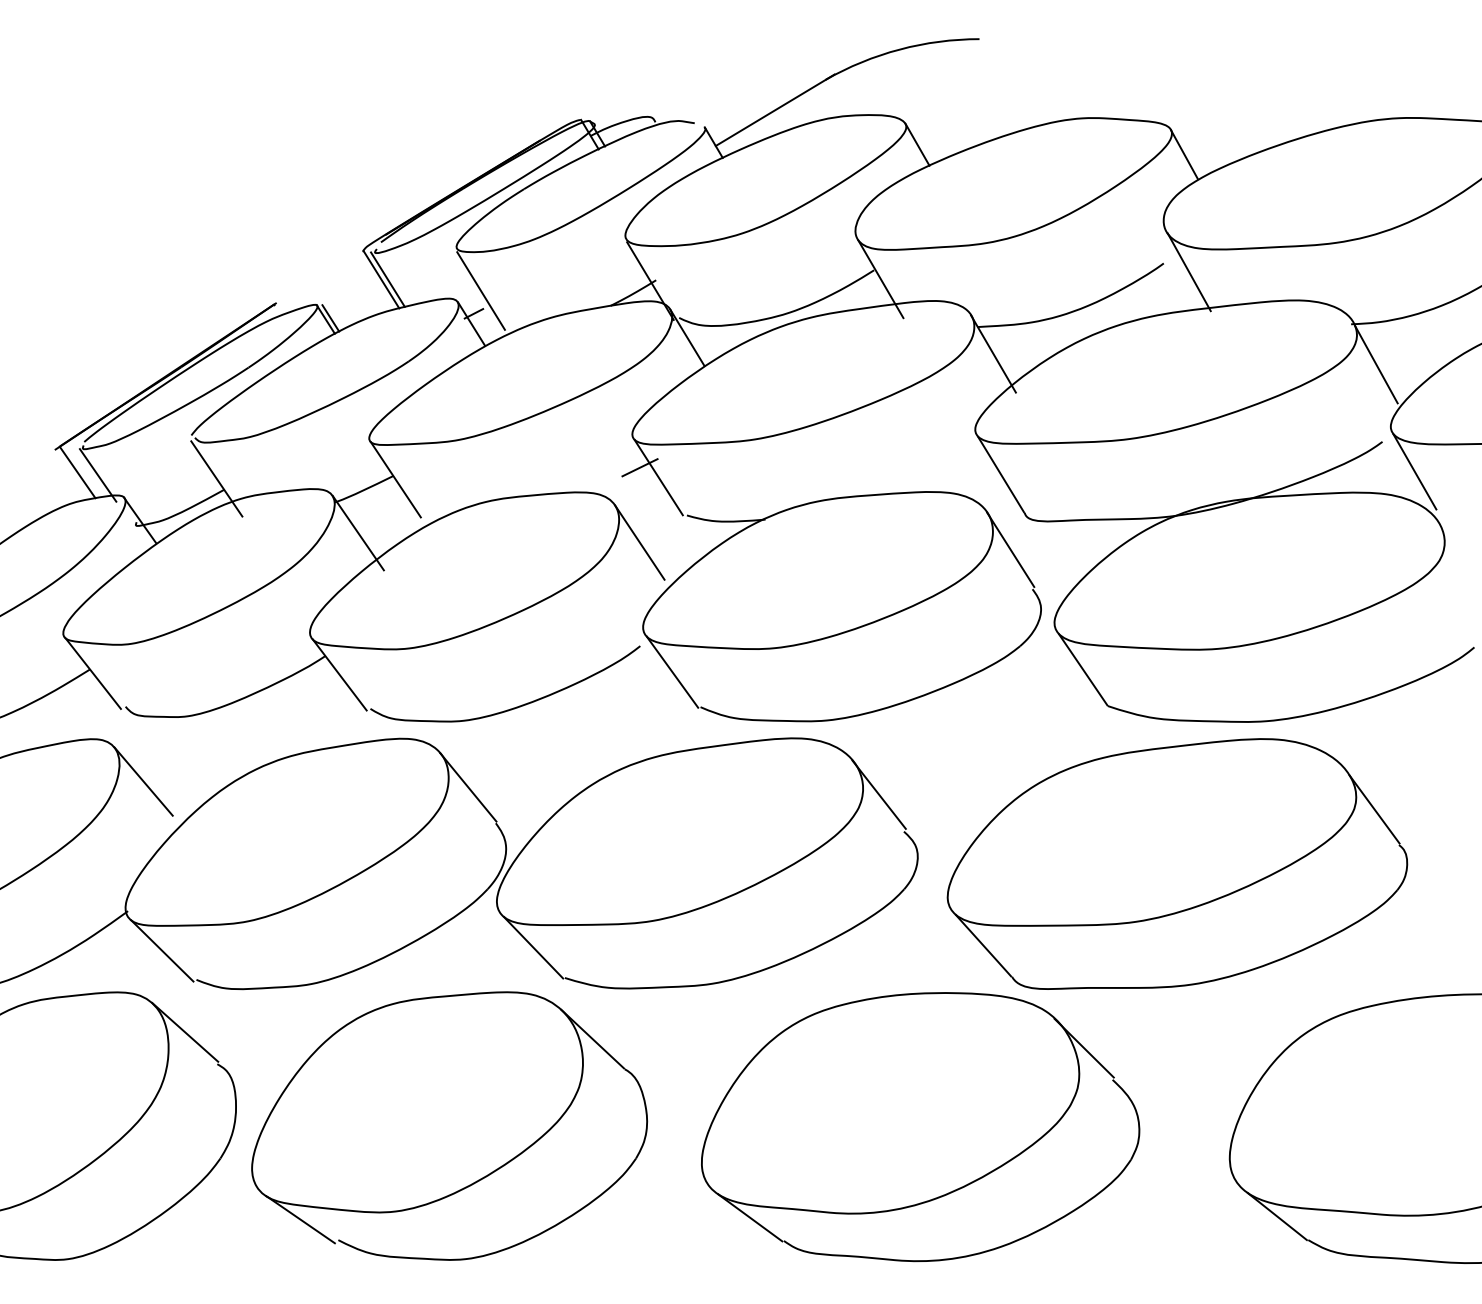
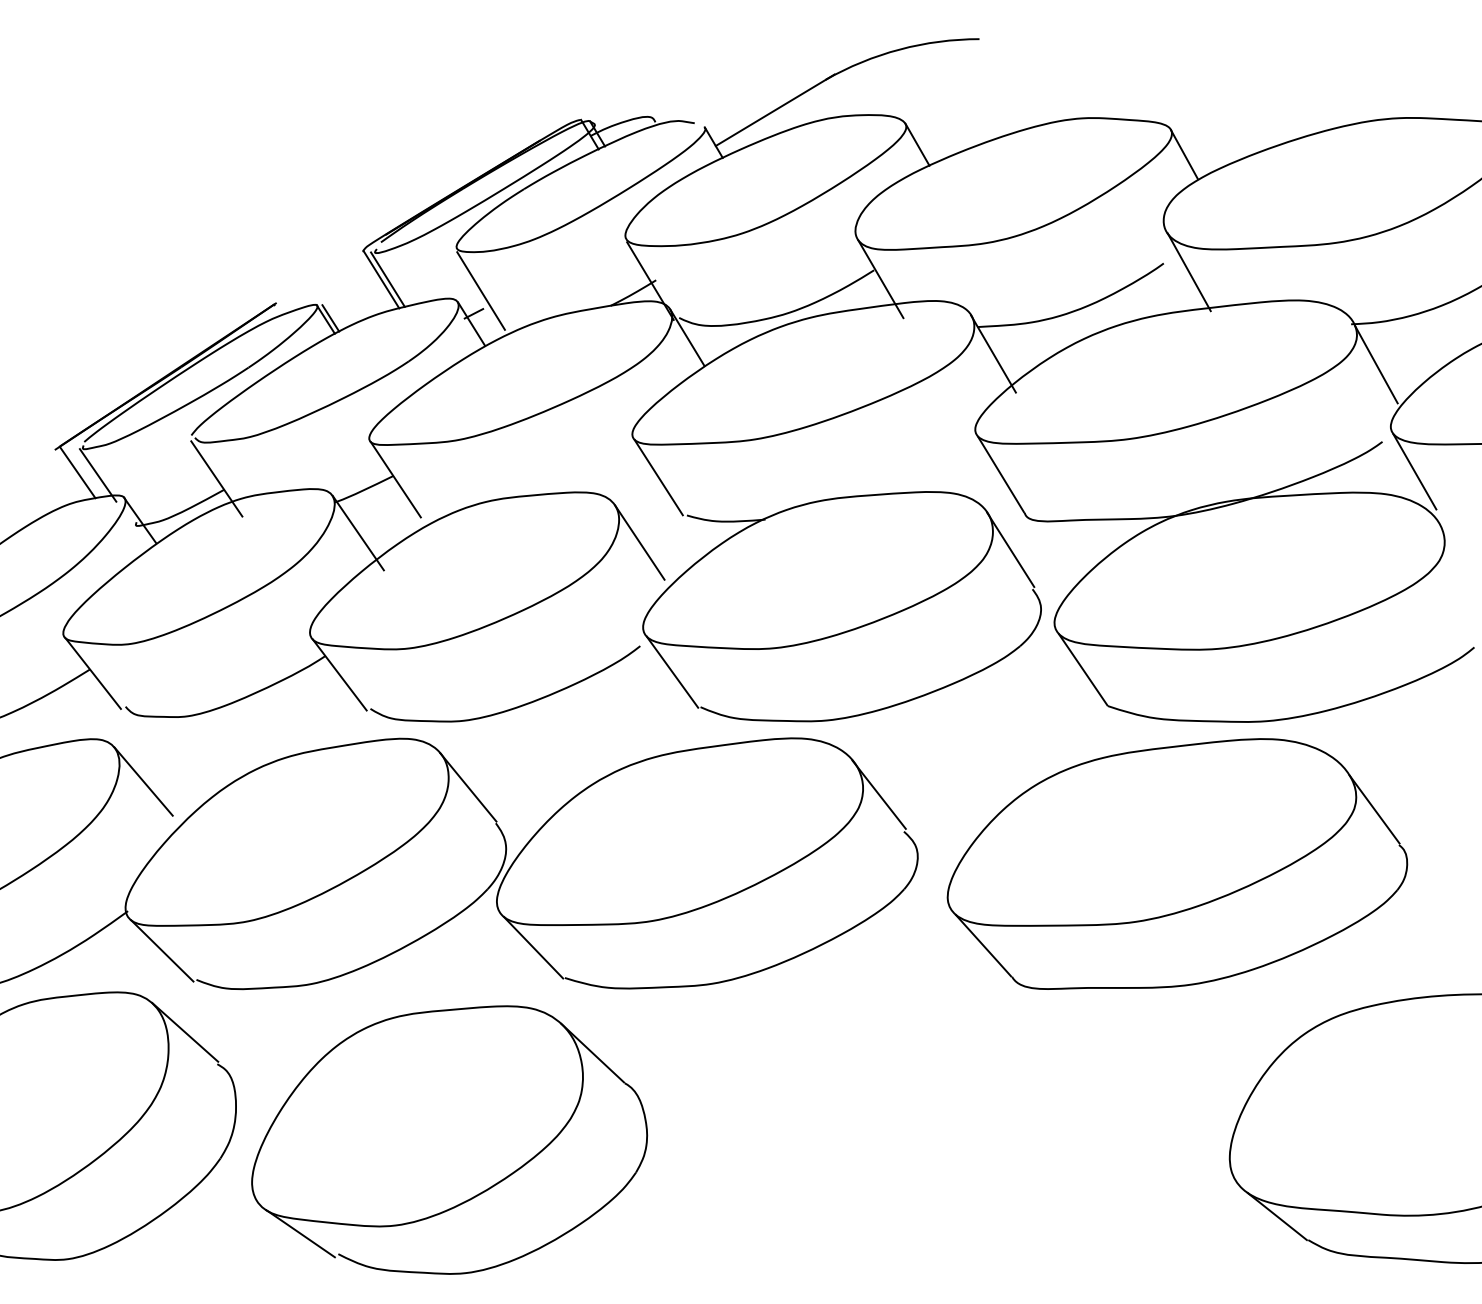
line at (639, 467): present -> none
part at (449, 1125) position: (449, 1125) -> (449, 1139)
part at (920, 1127): present -> none
